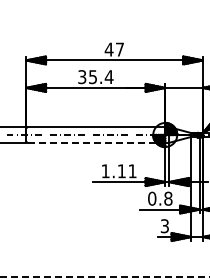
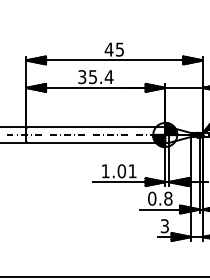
text at (119, 49): 47 -> 45
line at (96, 142): dashed -> solid
text at (121, 171): 1.11 -> 1.01
line at (105, 277): dashed -> solid
